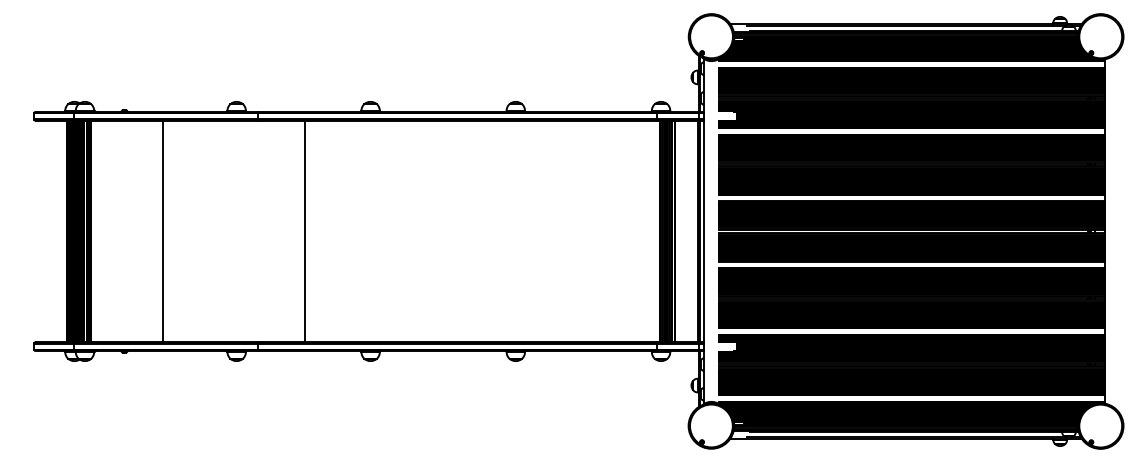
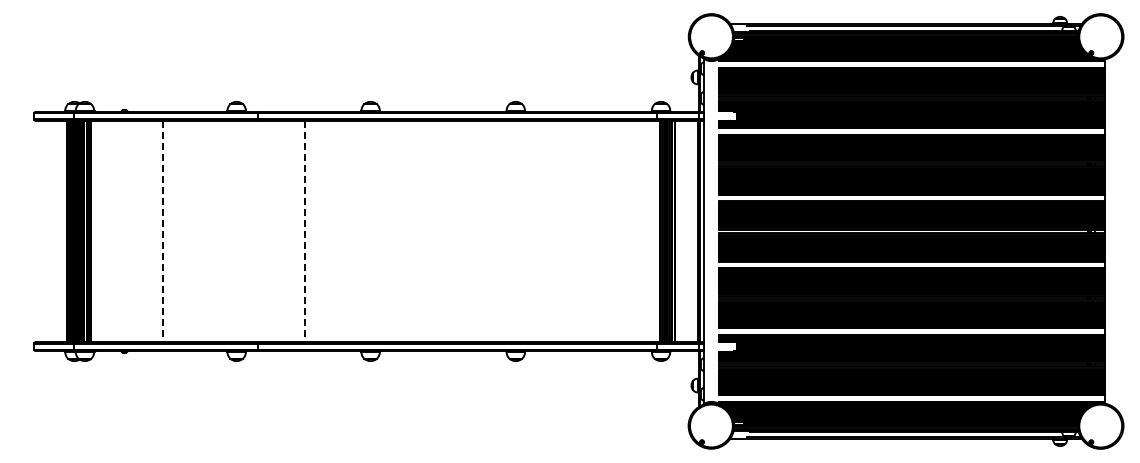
line at (163, 231): solid -> dashed
line at (304, 231): solid -> dashed
